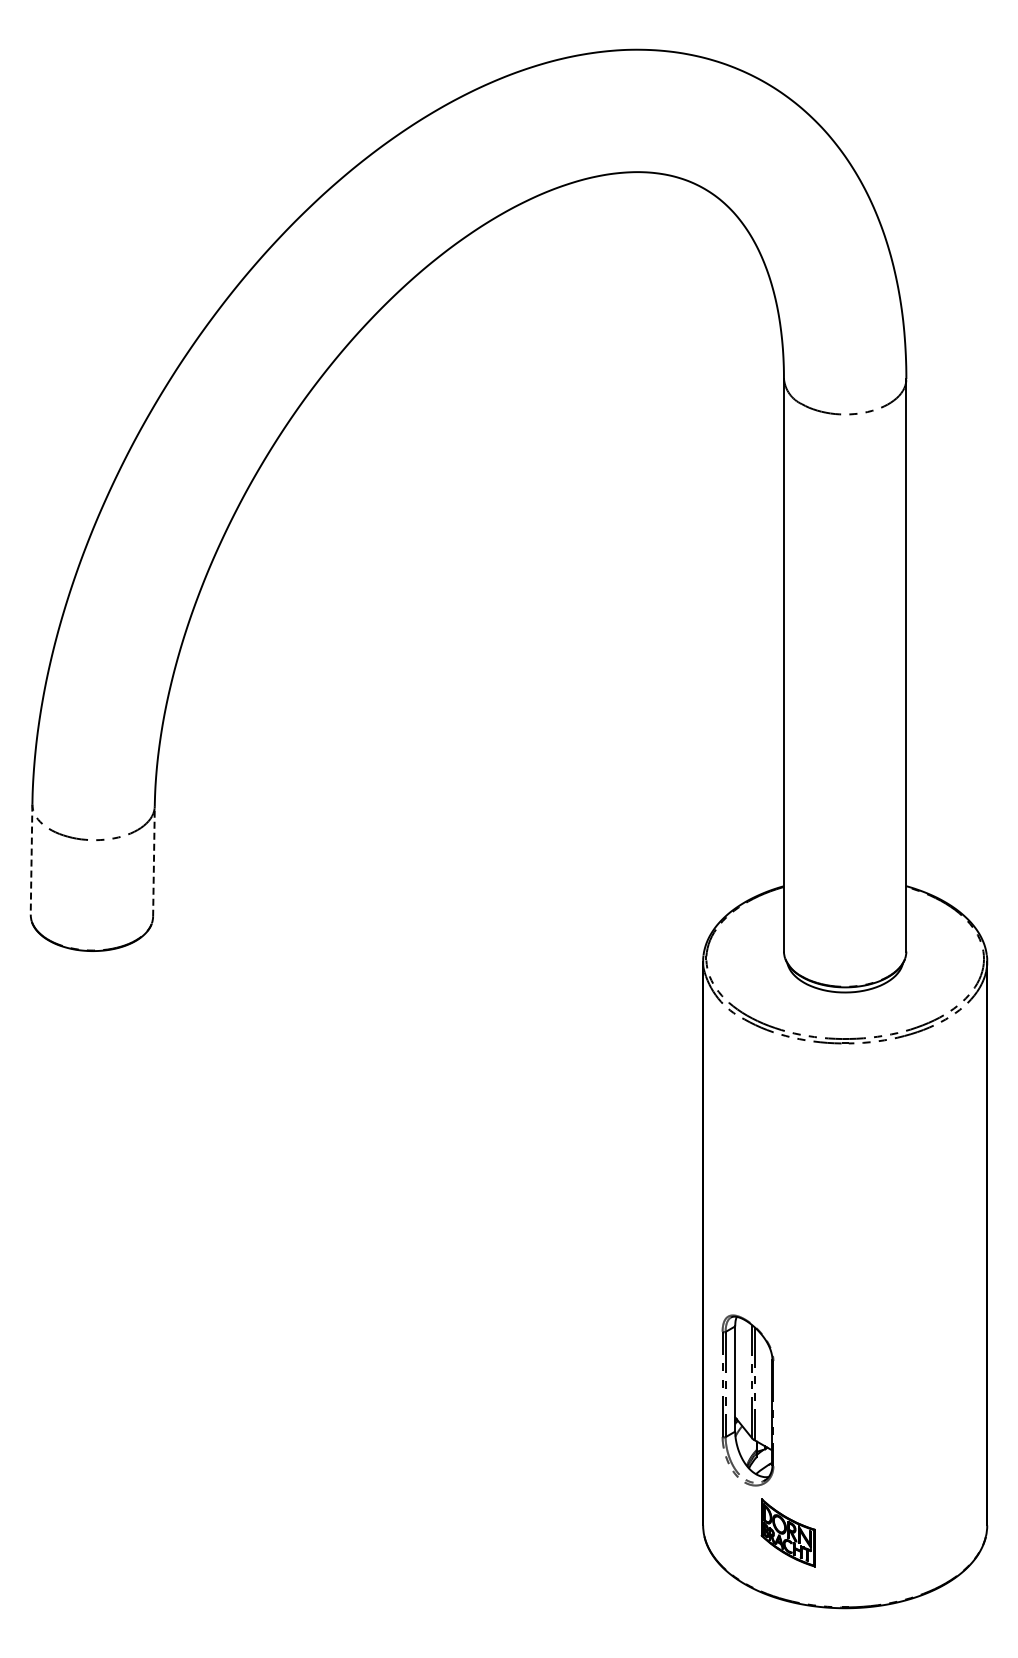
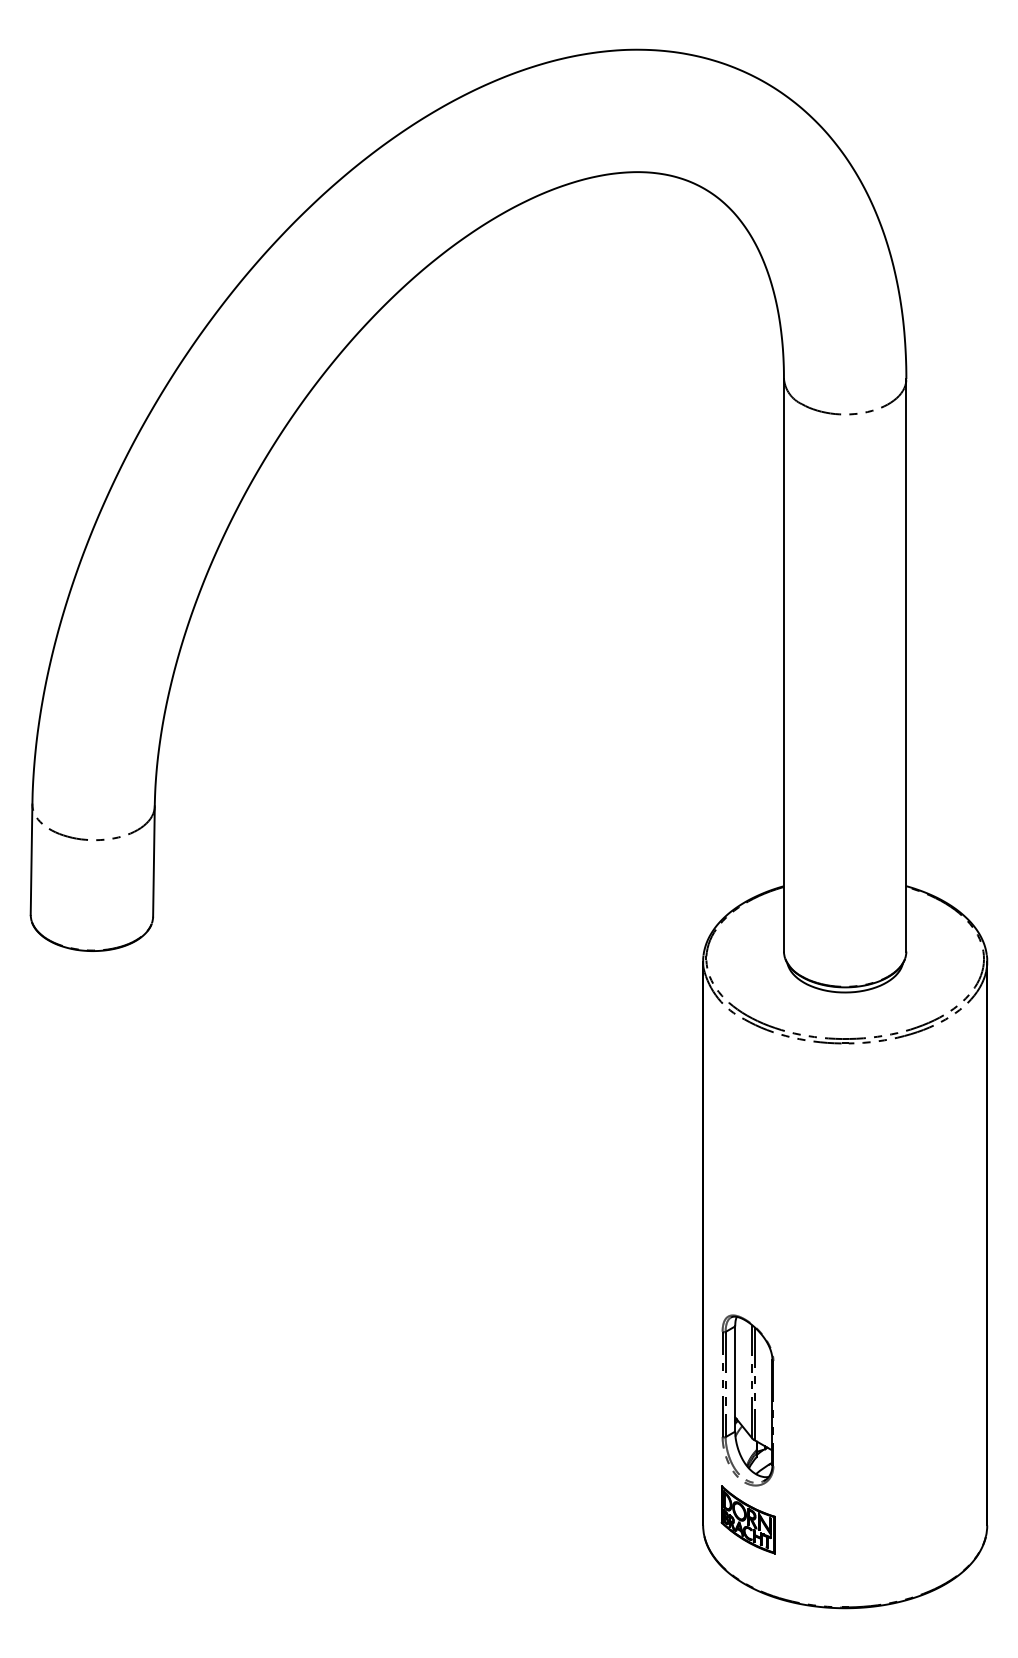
line at (31, 860): dashed -> solid
line at (153, 861): dashed -> solid
part at (787, 1532) position: (787, 1532) -> (747, 1519)
